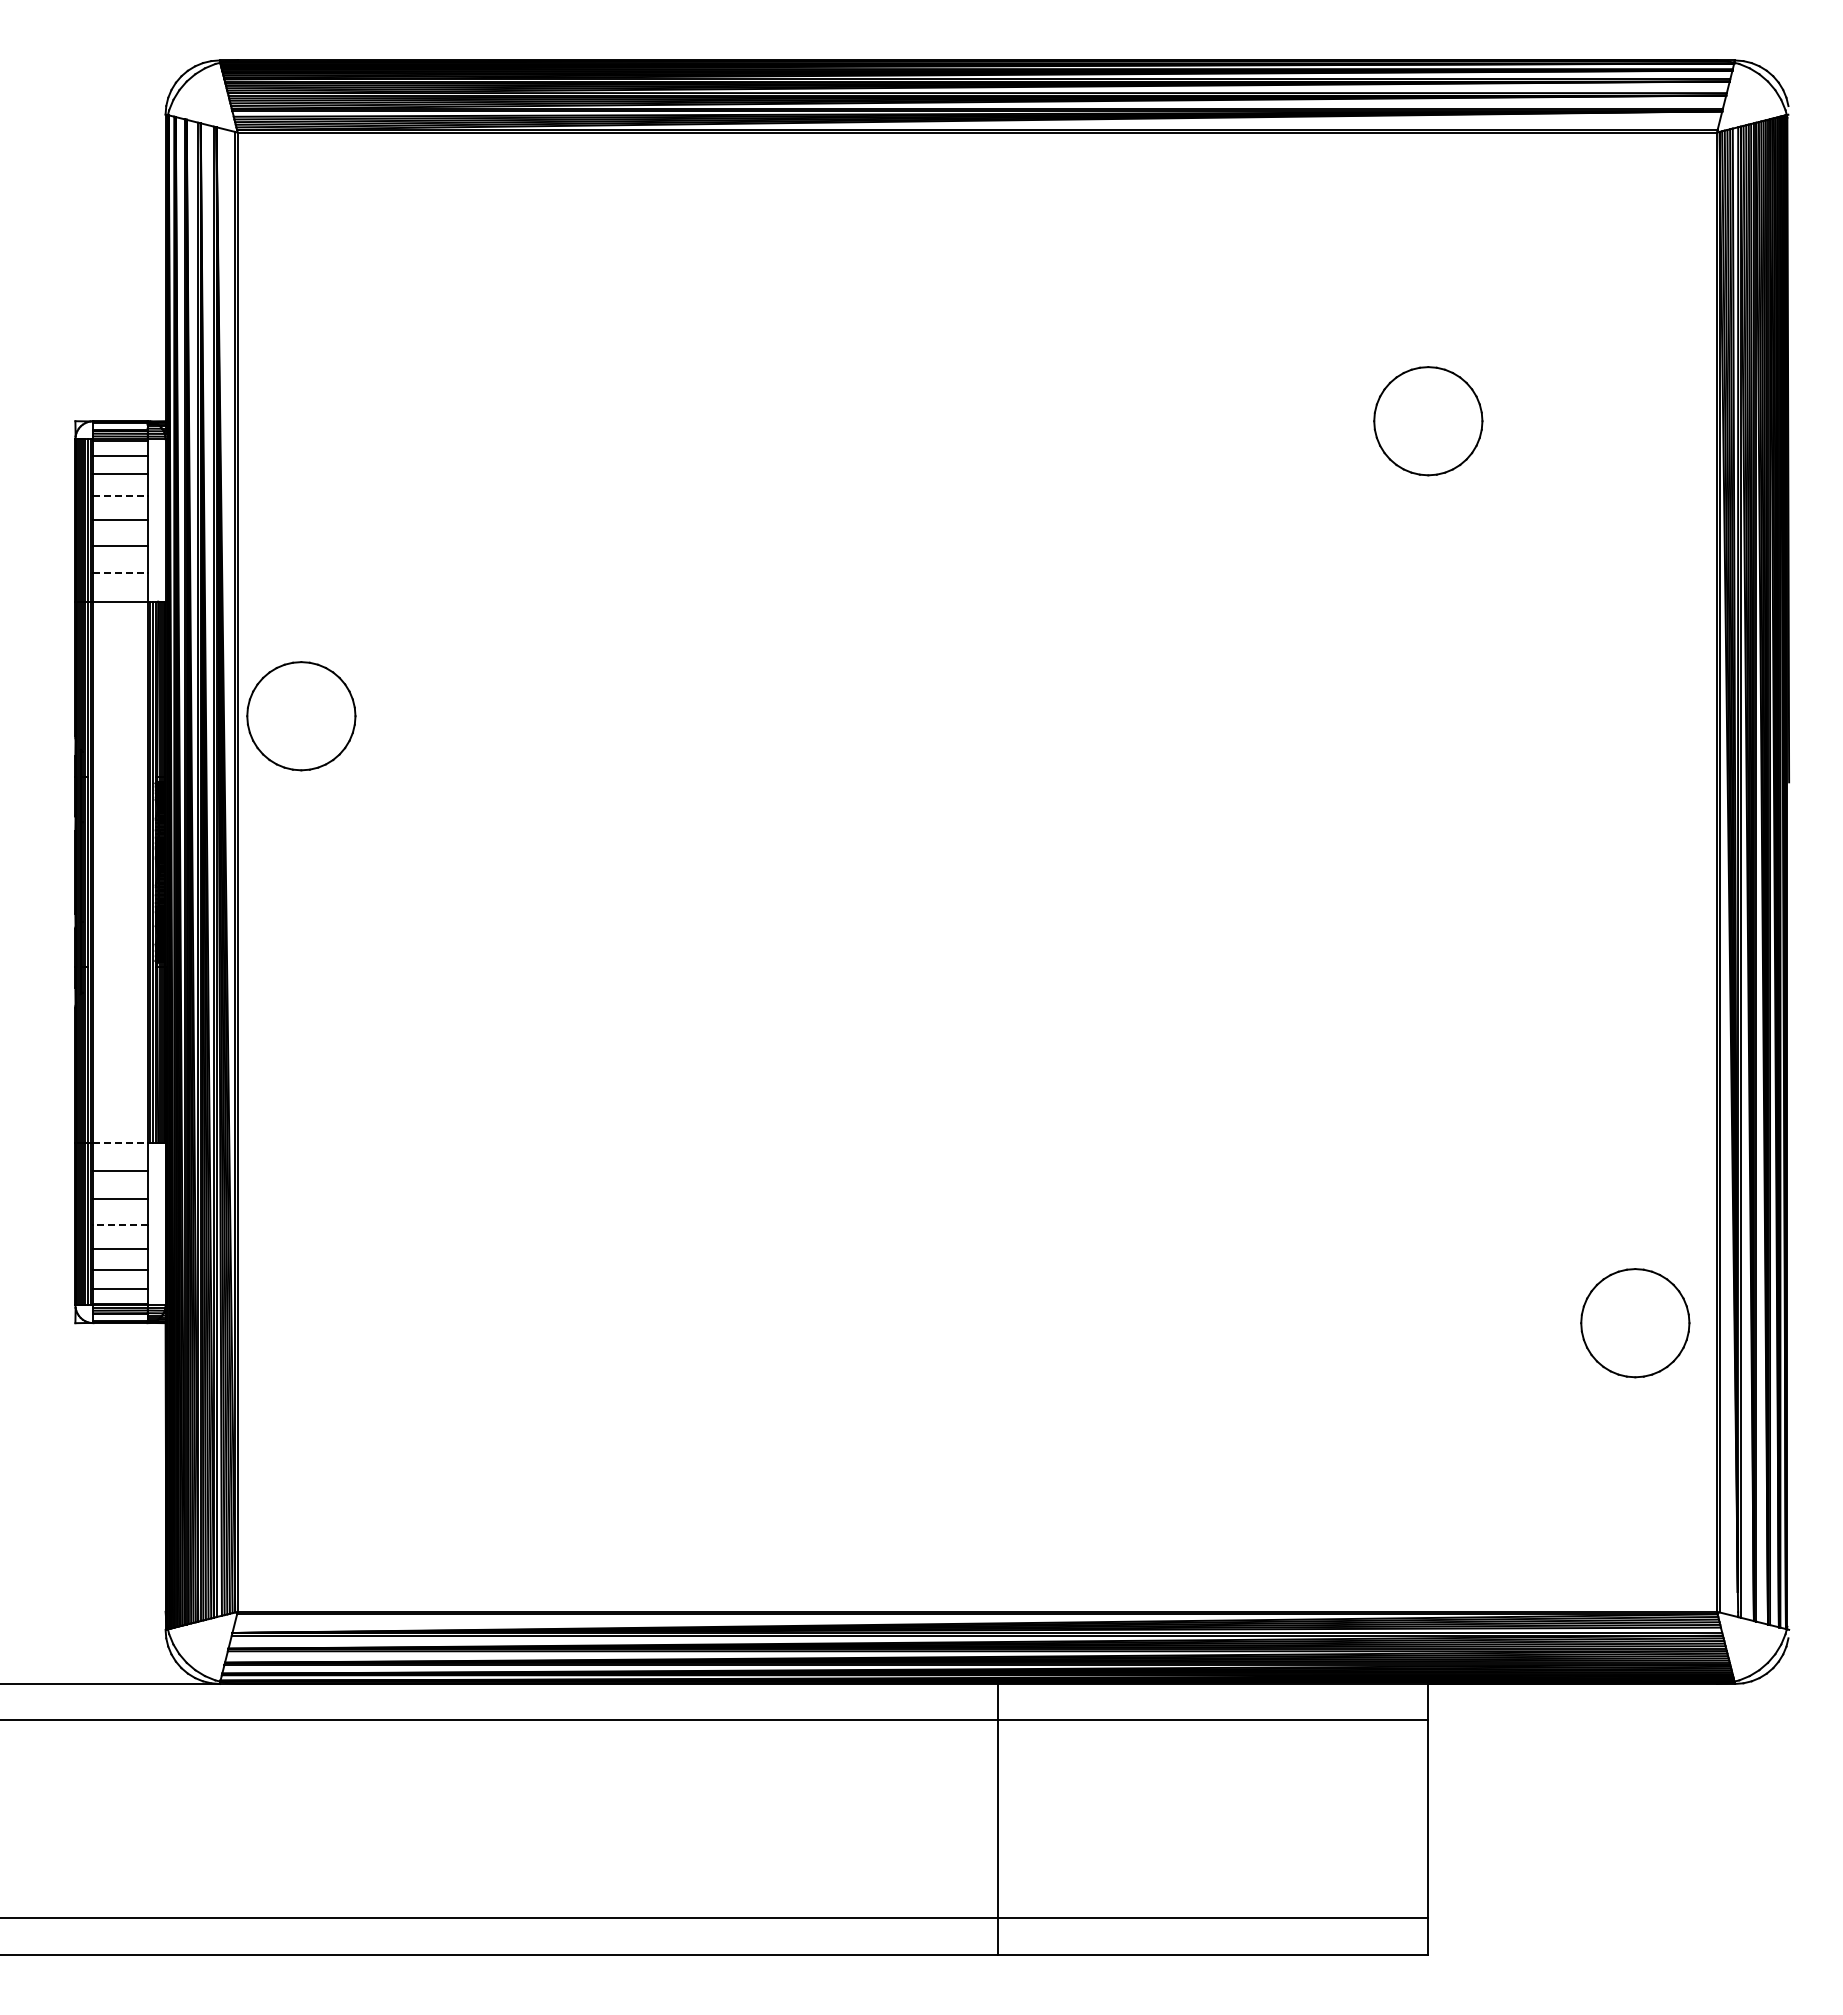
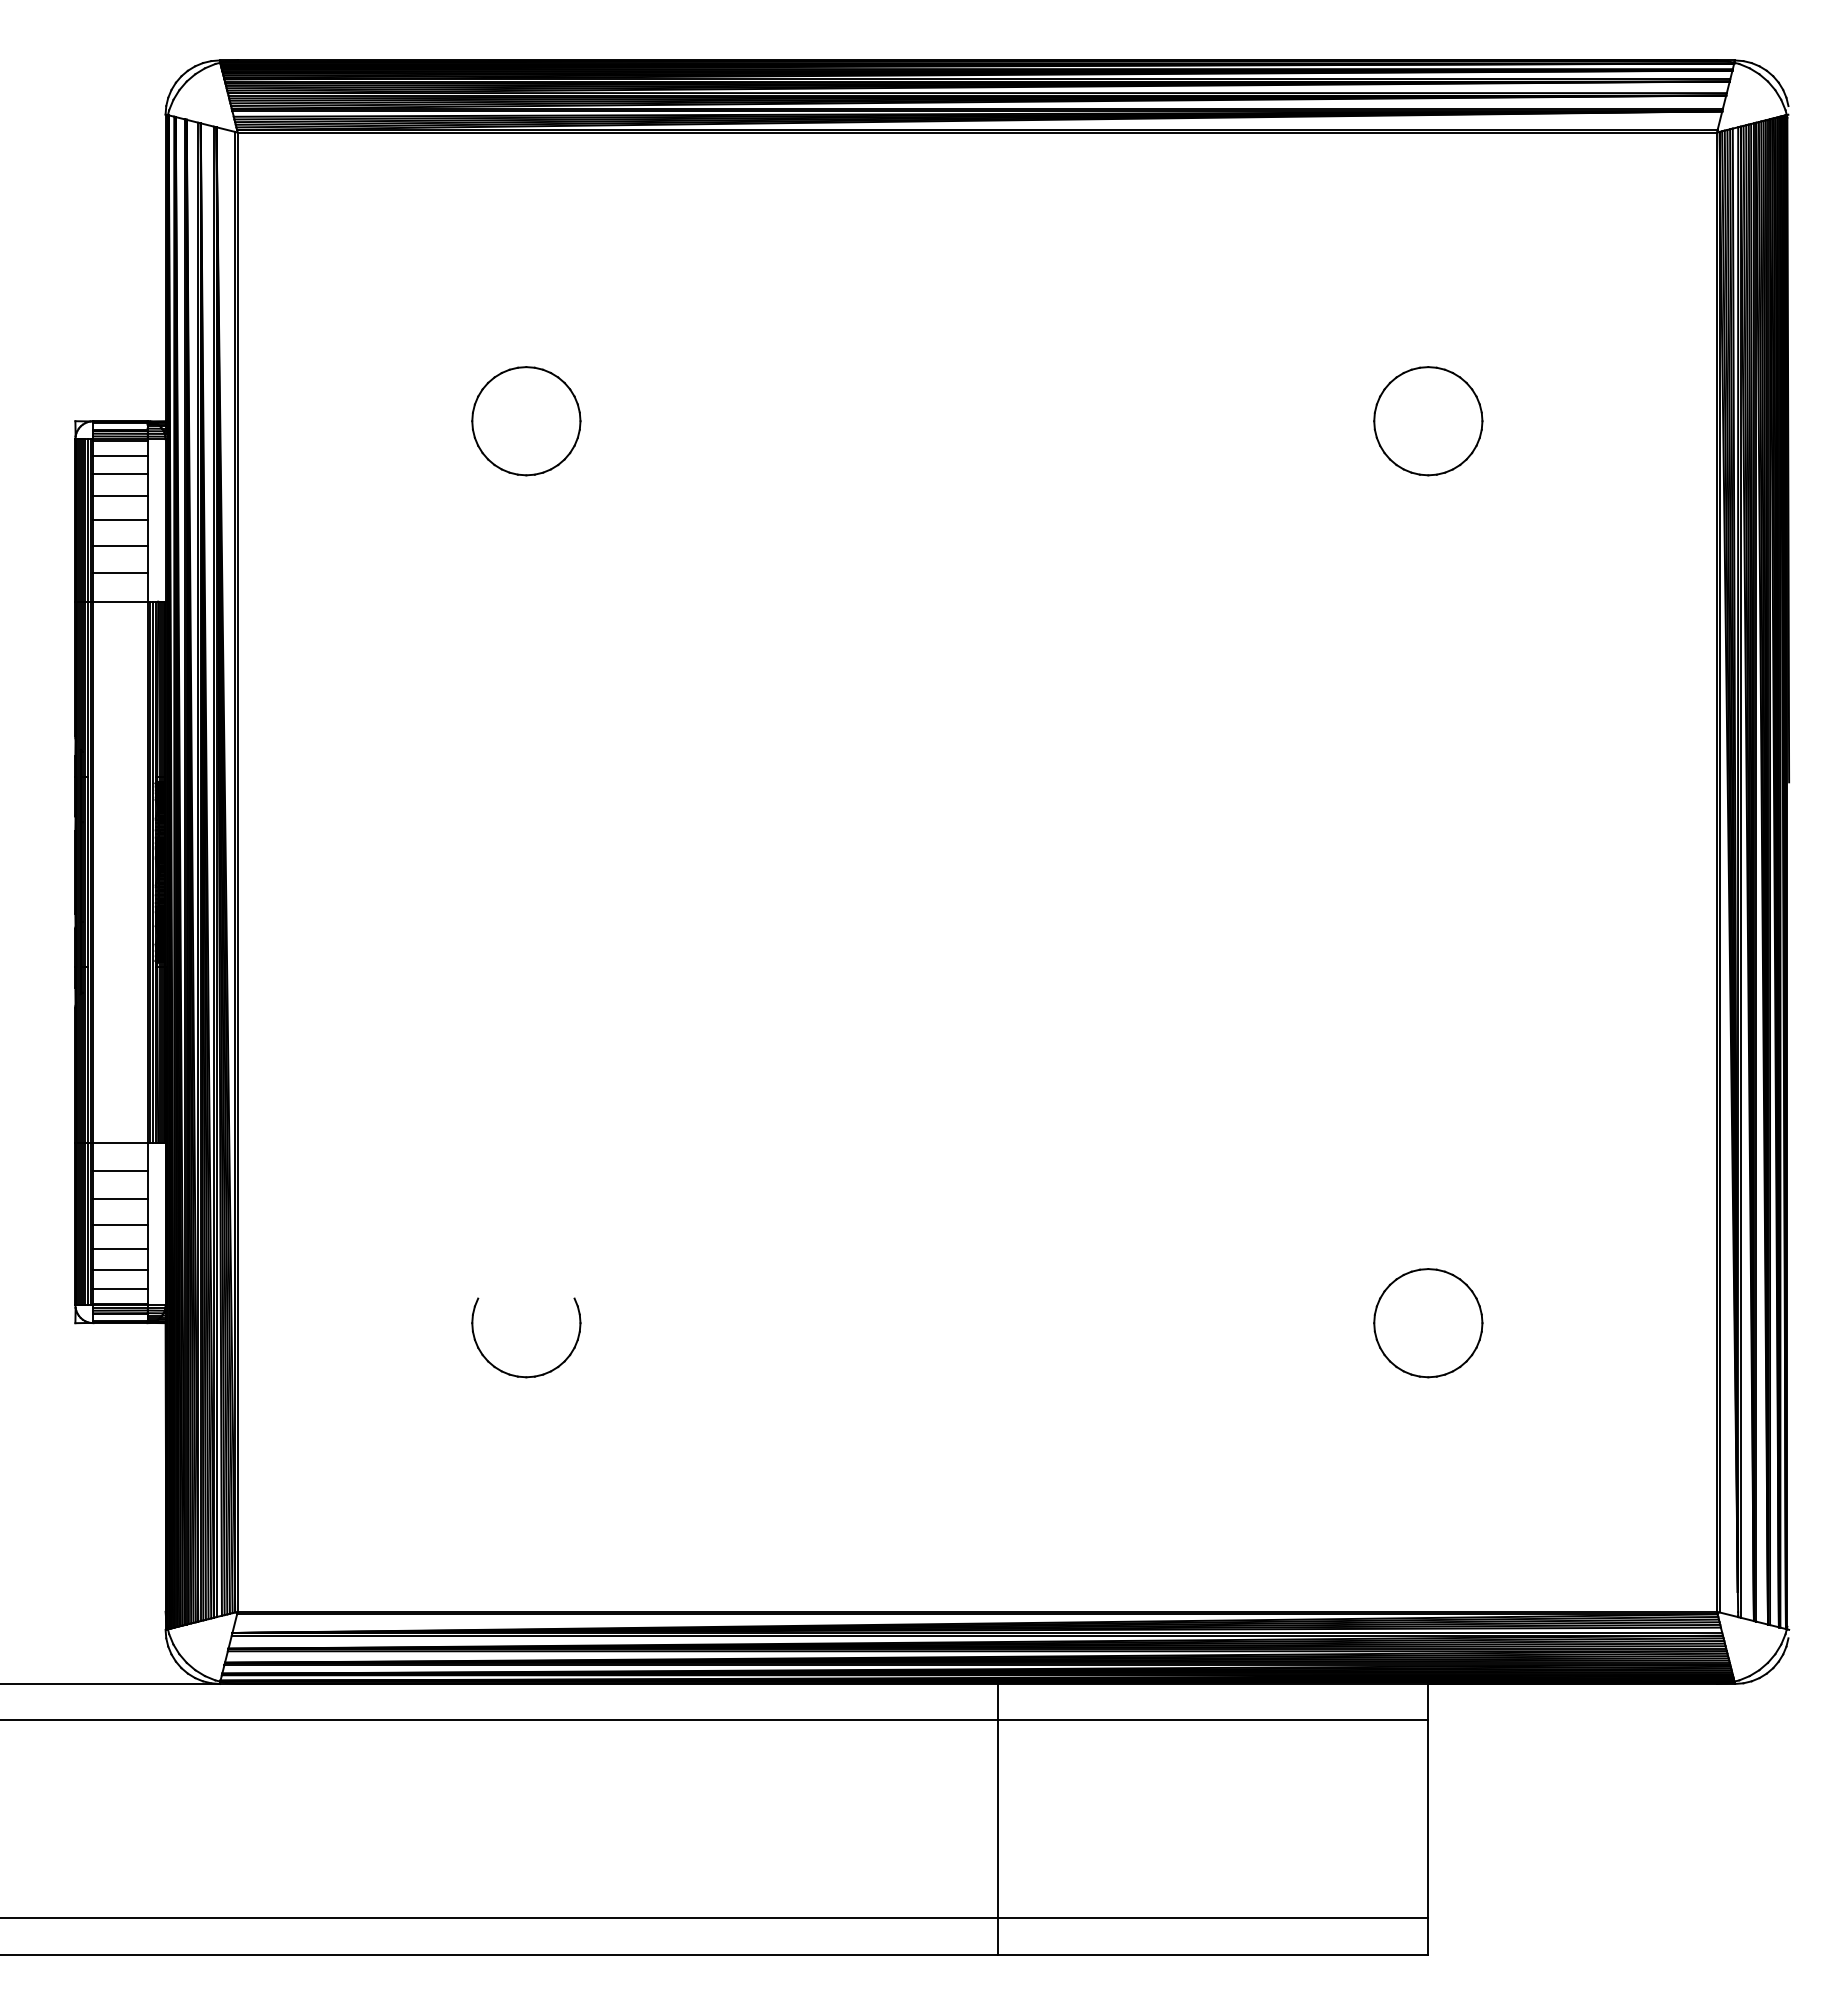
line at (121, 495): dashed -> solid
line at (121, 573): dashed -> solid
part at (301, 716) position: (301, 716) -> (526, 421)
line at (121, 1142): dashed -> solid
line at (120, 1224): dashed -> solid
part at (1635, 1323) position: (1635, 1323) -> (1428, 1323)
part at (520, 1375): none -> present
